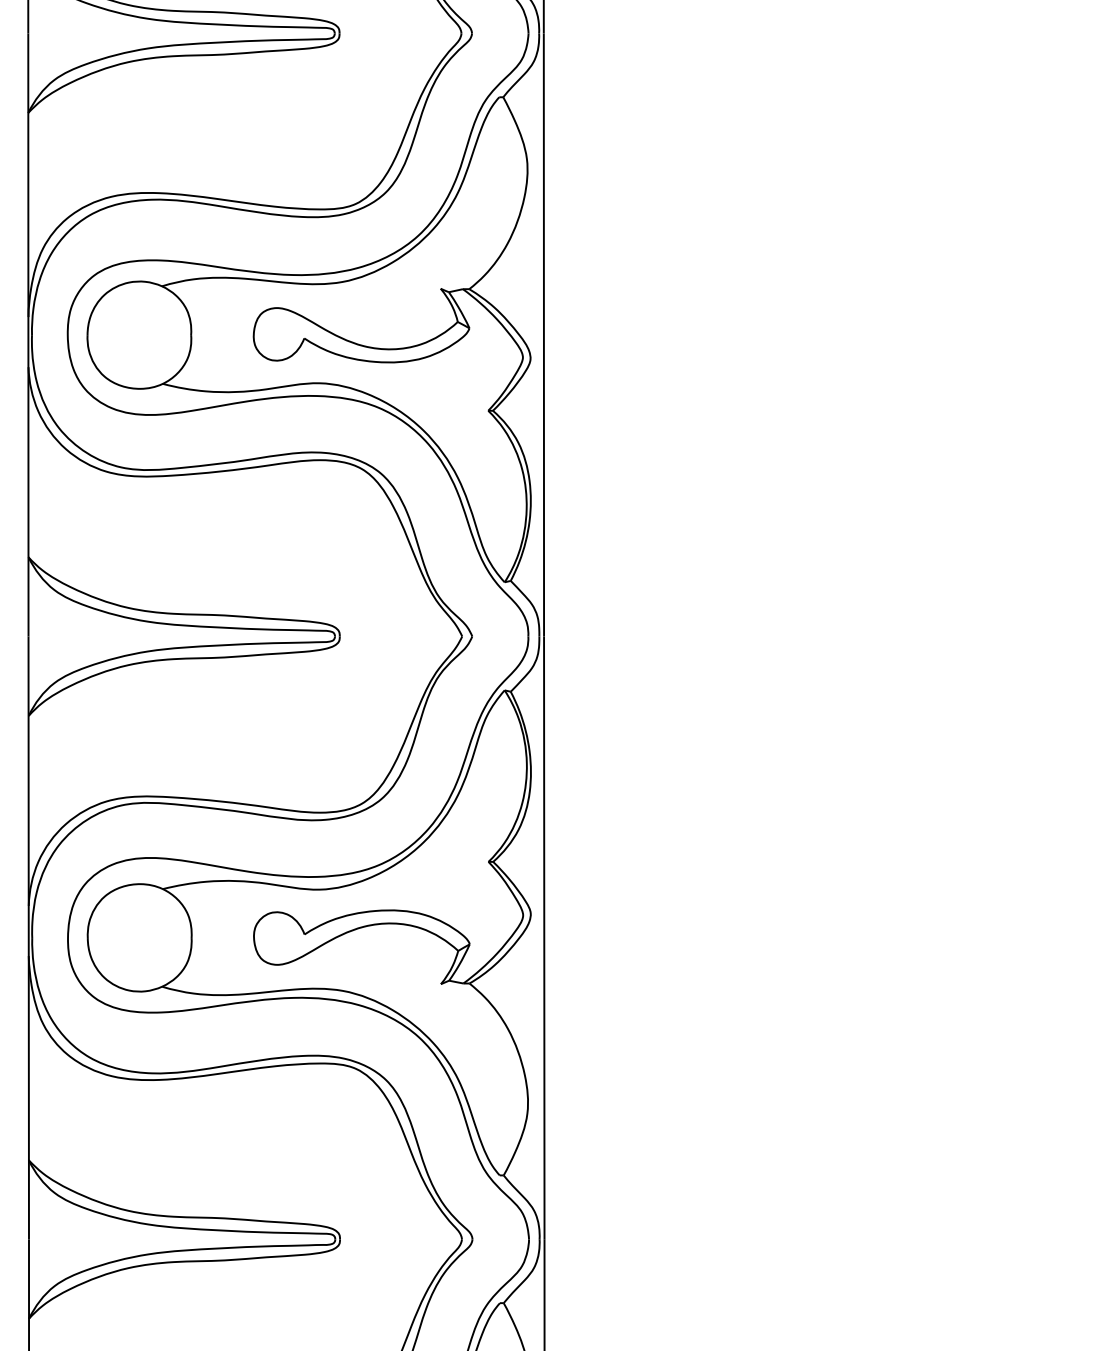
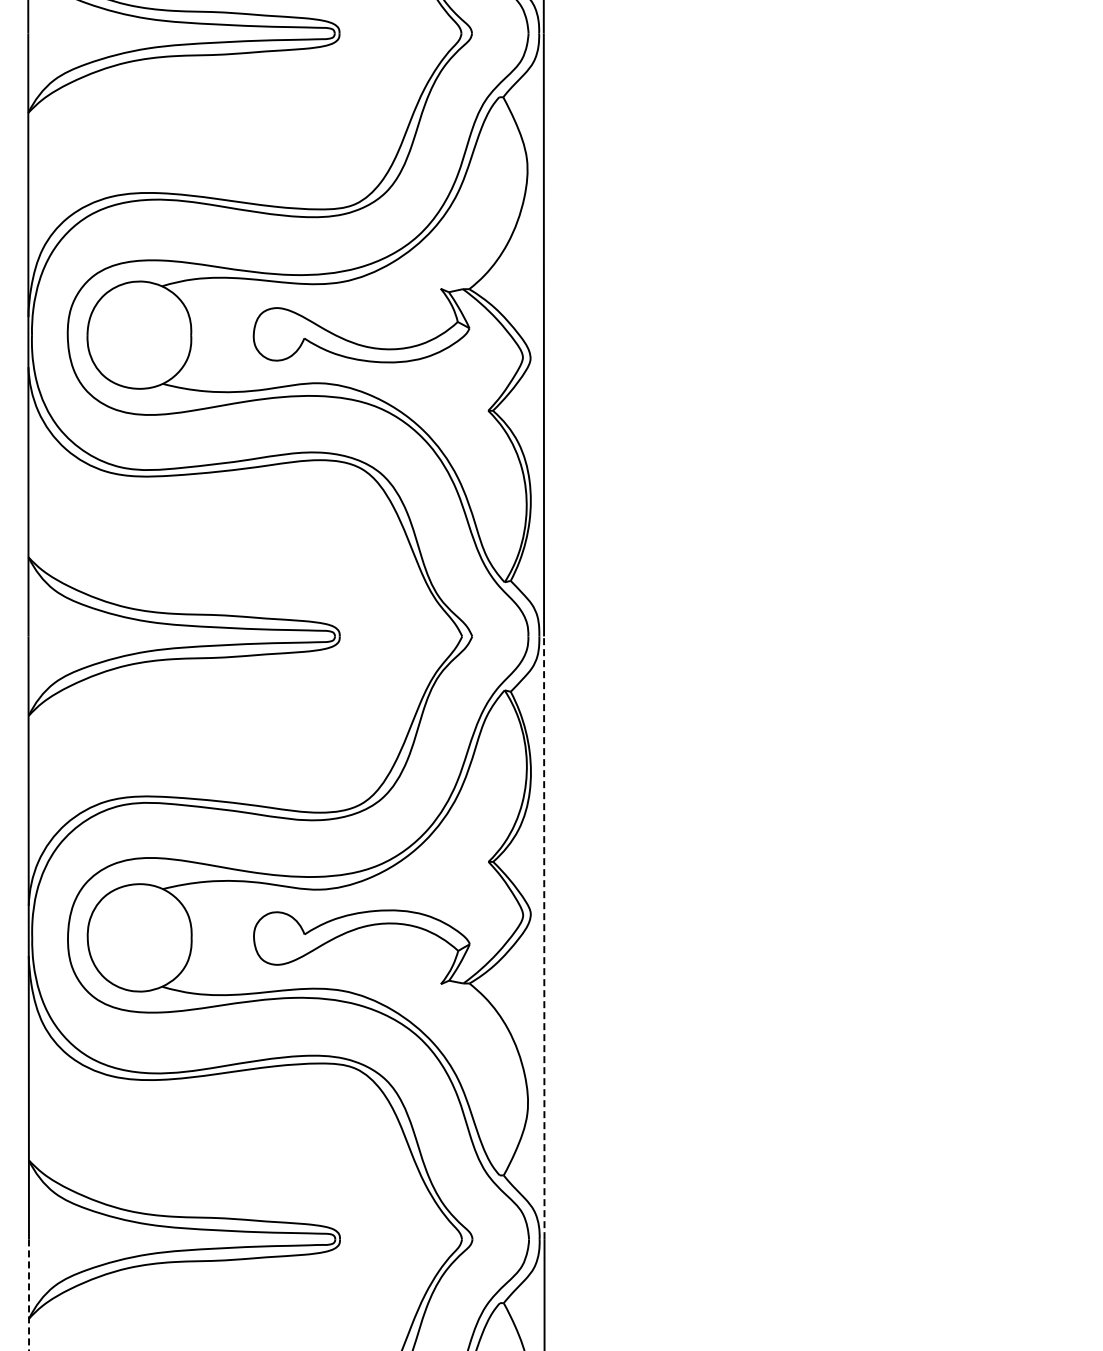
line at (544, 937): solid -> dashed
line at (29, 1295): solid -> dashed
